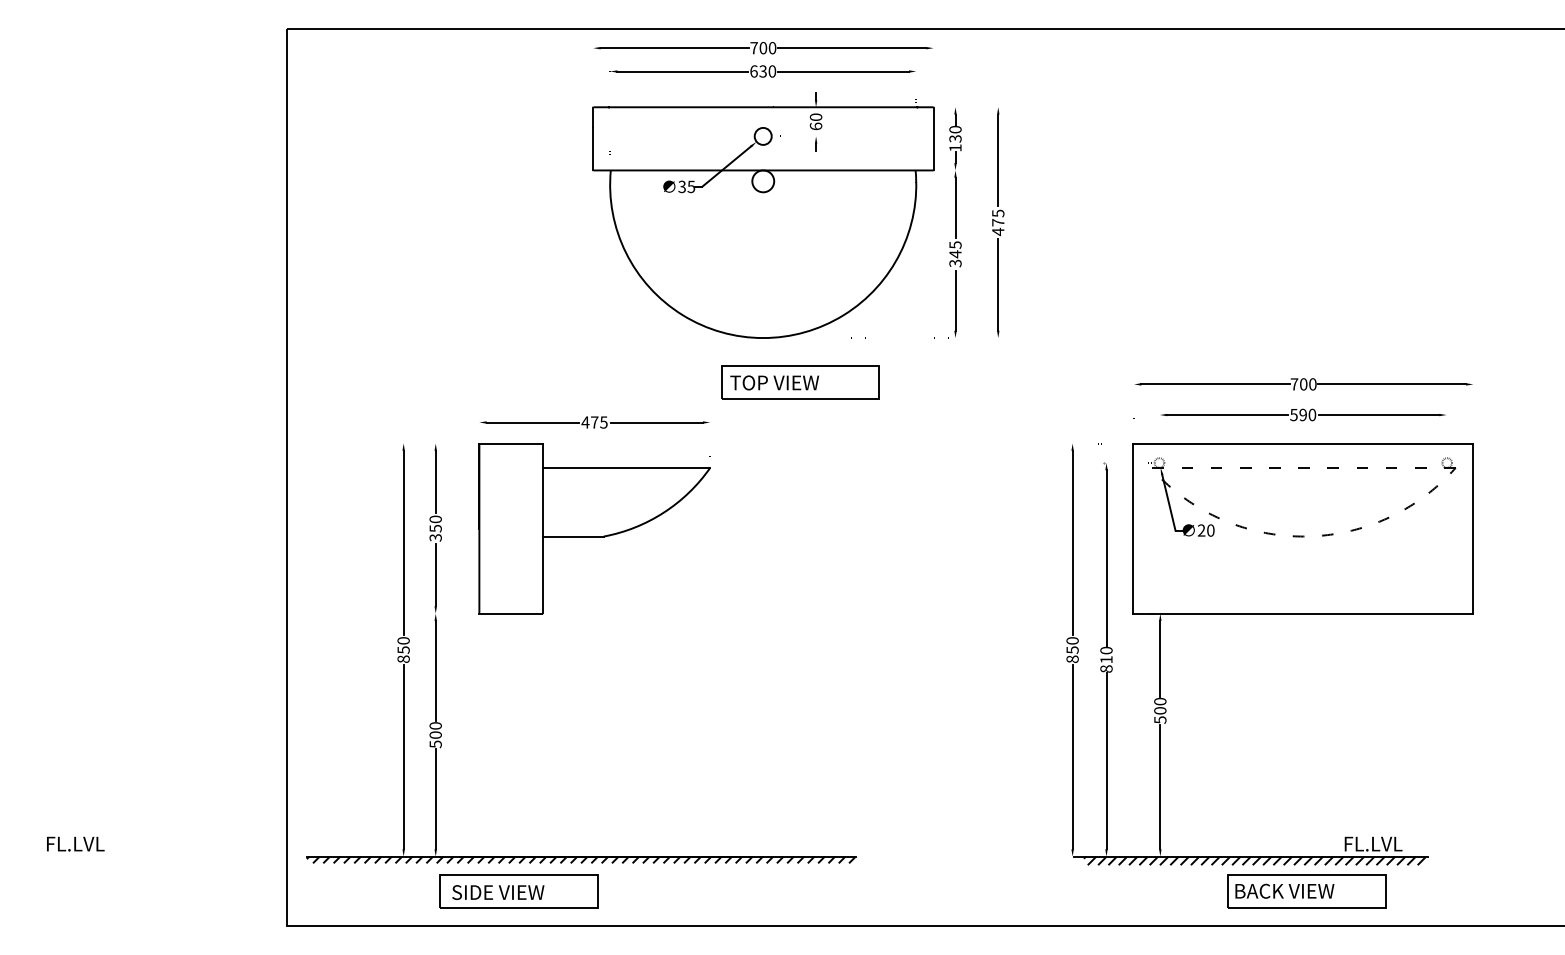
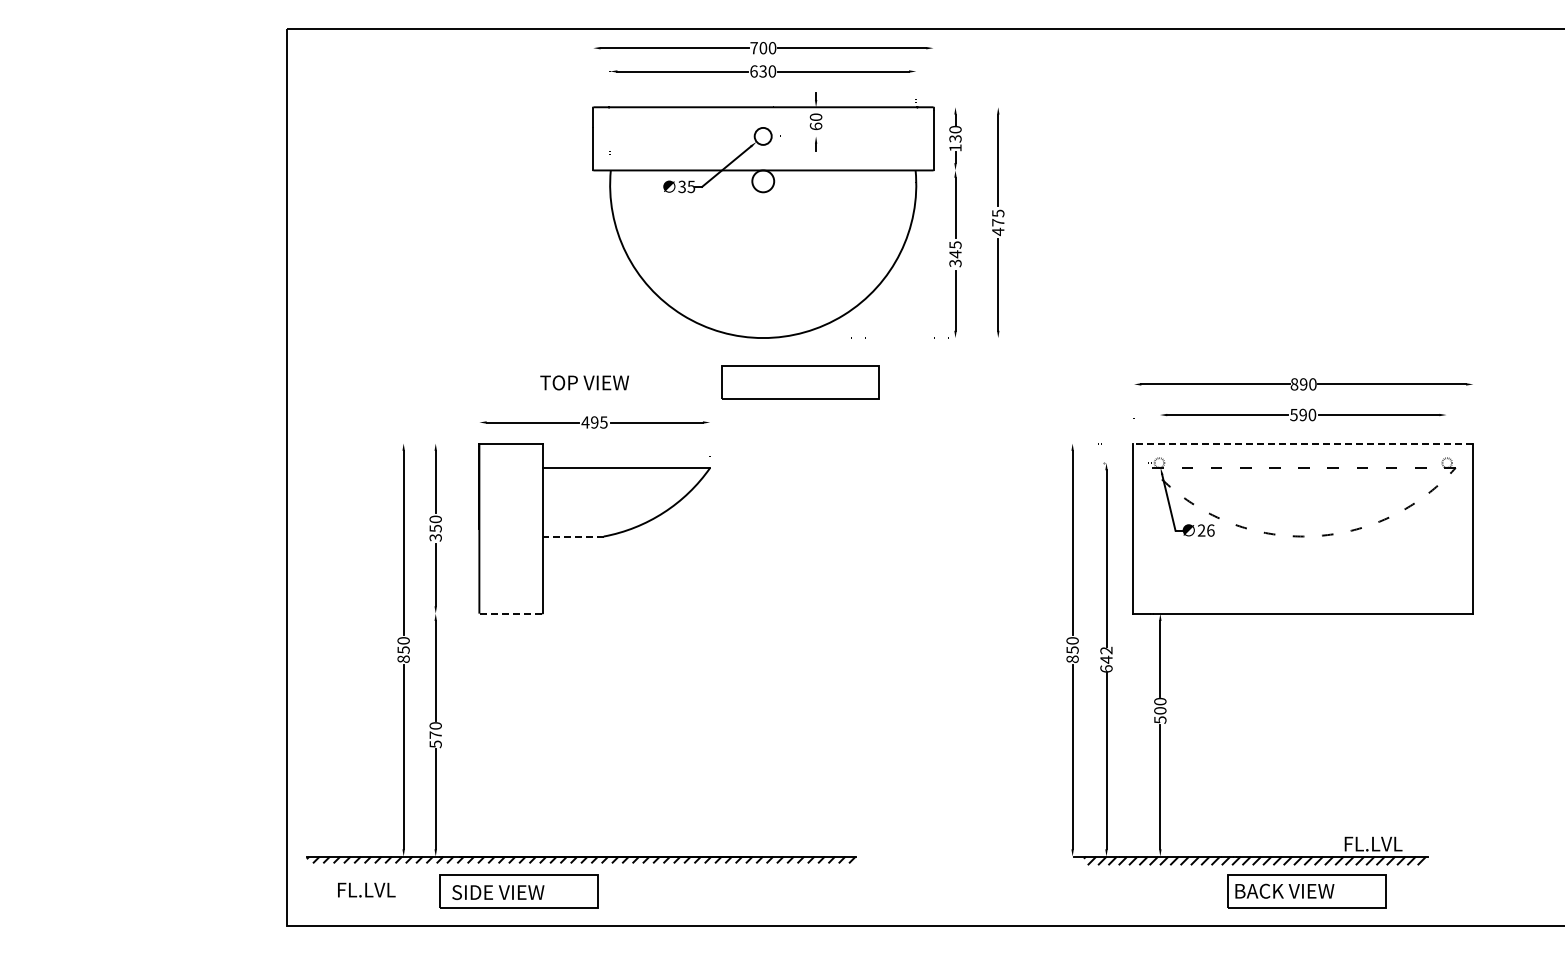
text at (774, 382) position: (774, 382) -> (584, 382)
text at (1298, 384): 700 -> 890
text at (594, 422): 475 -> 495
line at (1302, 443): solid -> dashed
text at (1210, 530): 20 -> 26
line at (573, 536): solid -> dashed
line at (510, 613): solid -> dashed
text at (1106, 659): 810 -> 642
text at (435, 734): 500 -> 570
text at (75, 843) position: (75, 843) -> (366, 889)
